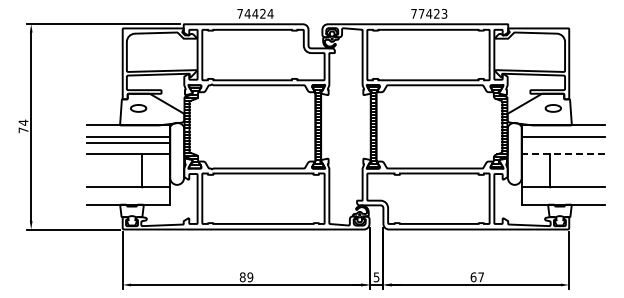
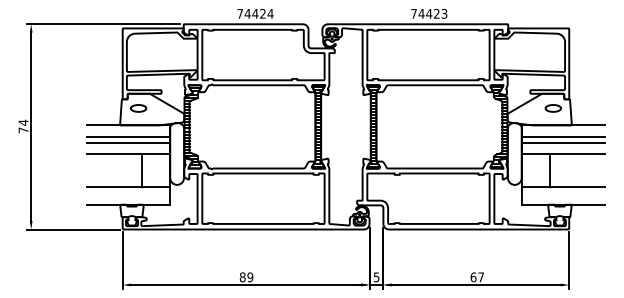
text at (421, 13): 77423 -> 74423
line at (563, 142): none -> present
line at (563, 153): dashed -> solid
